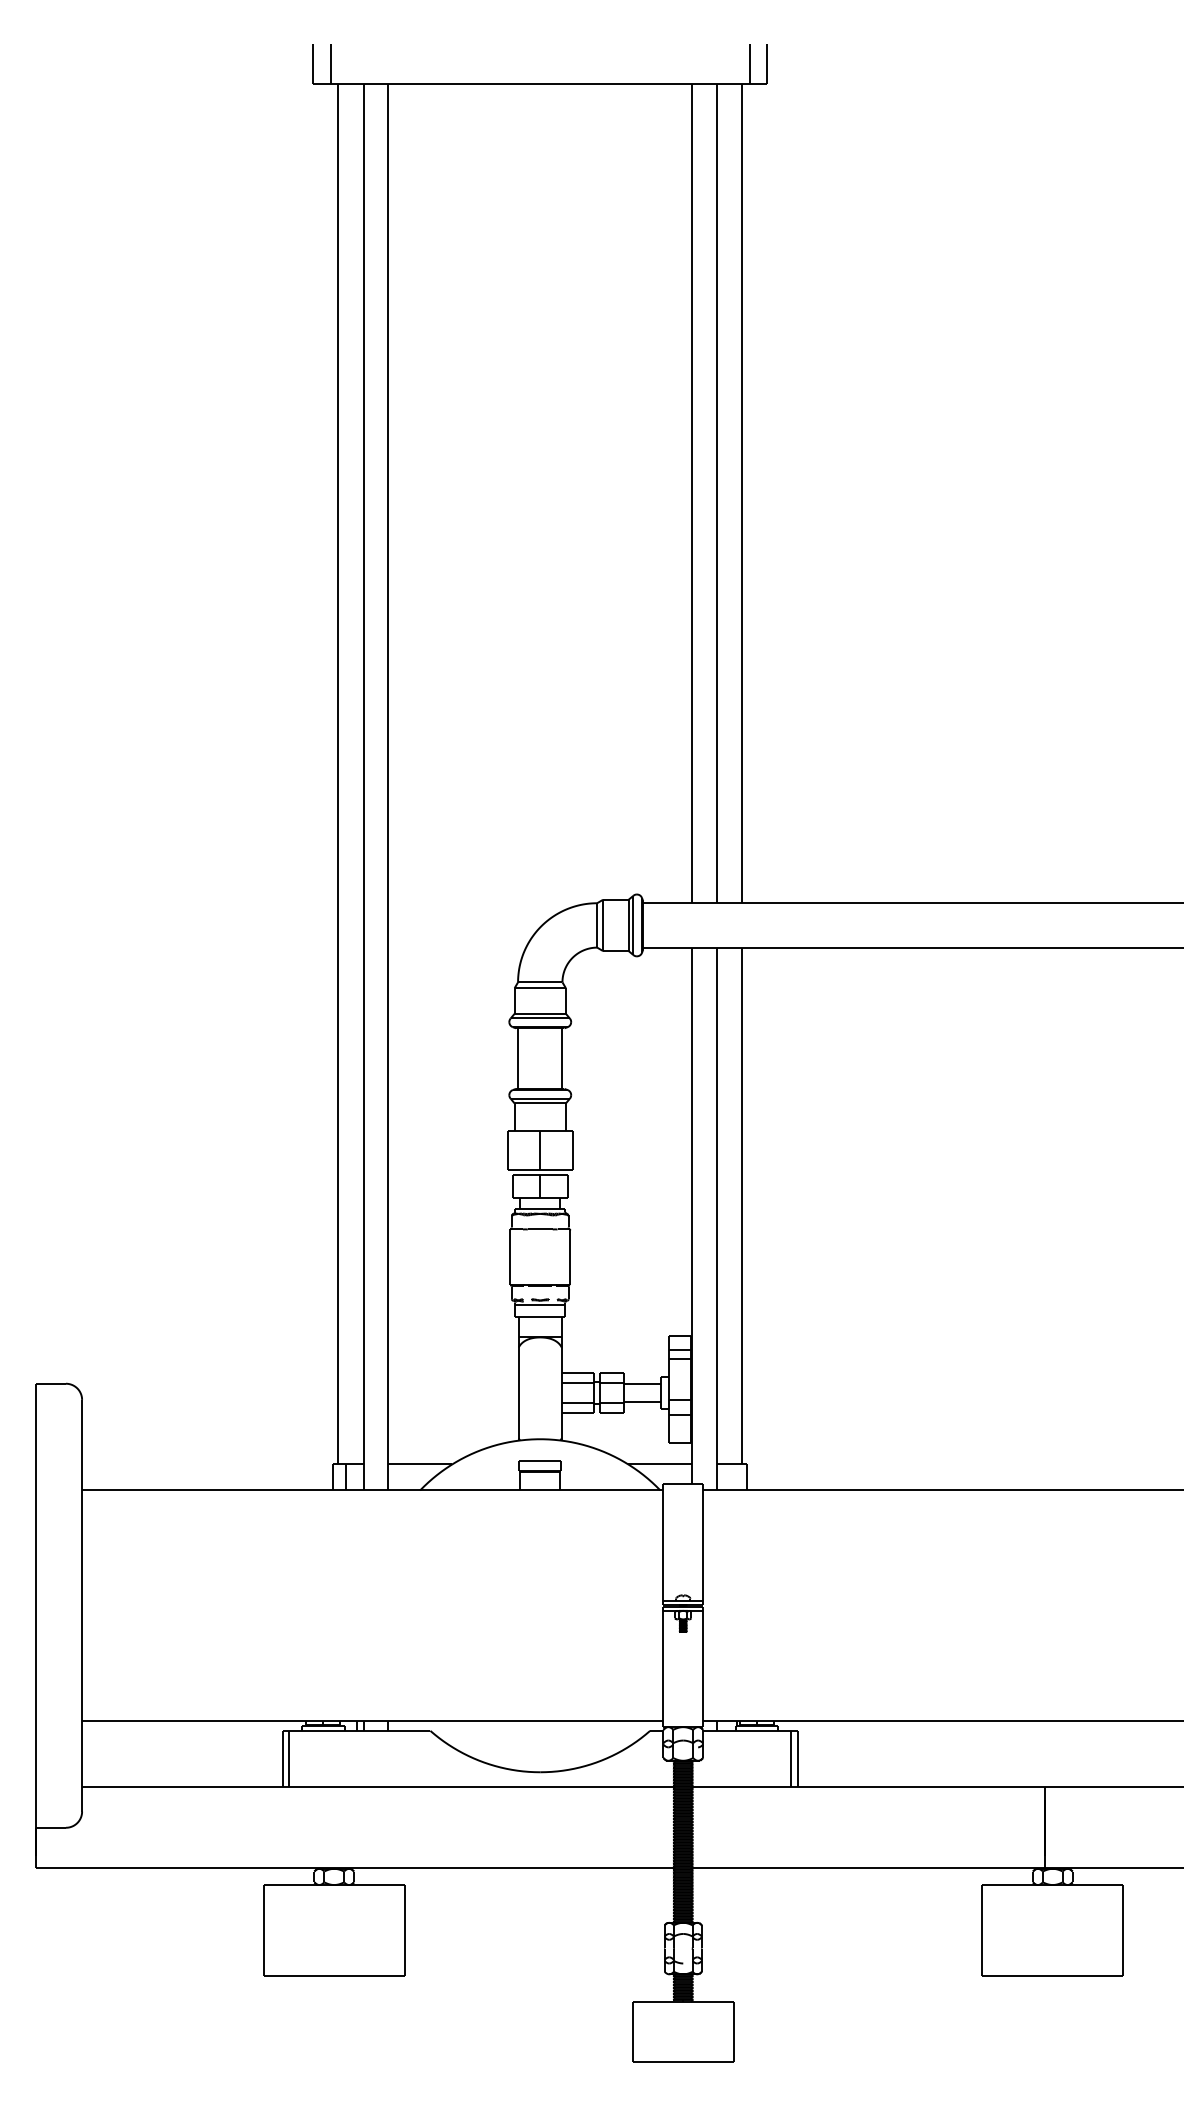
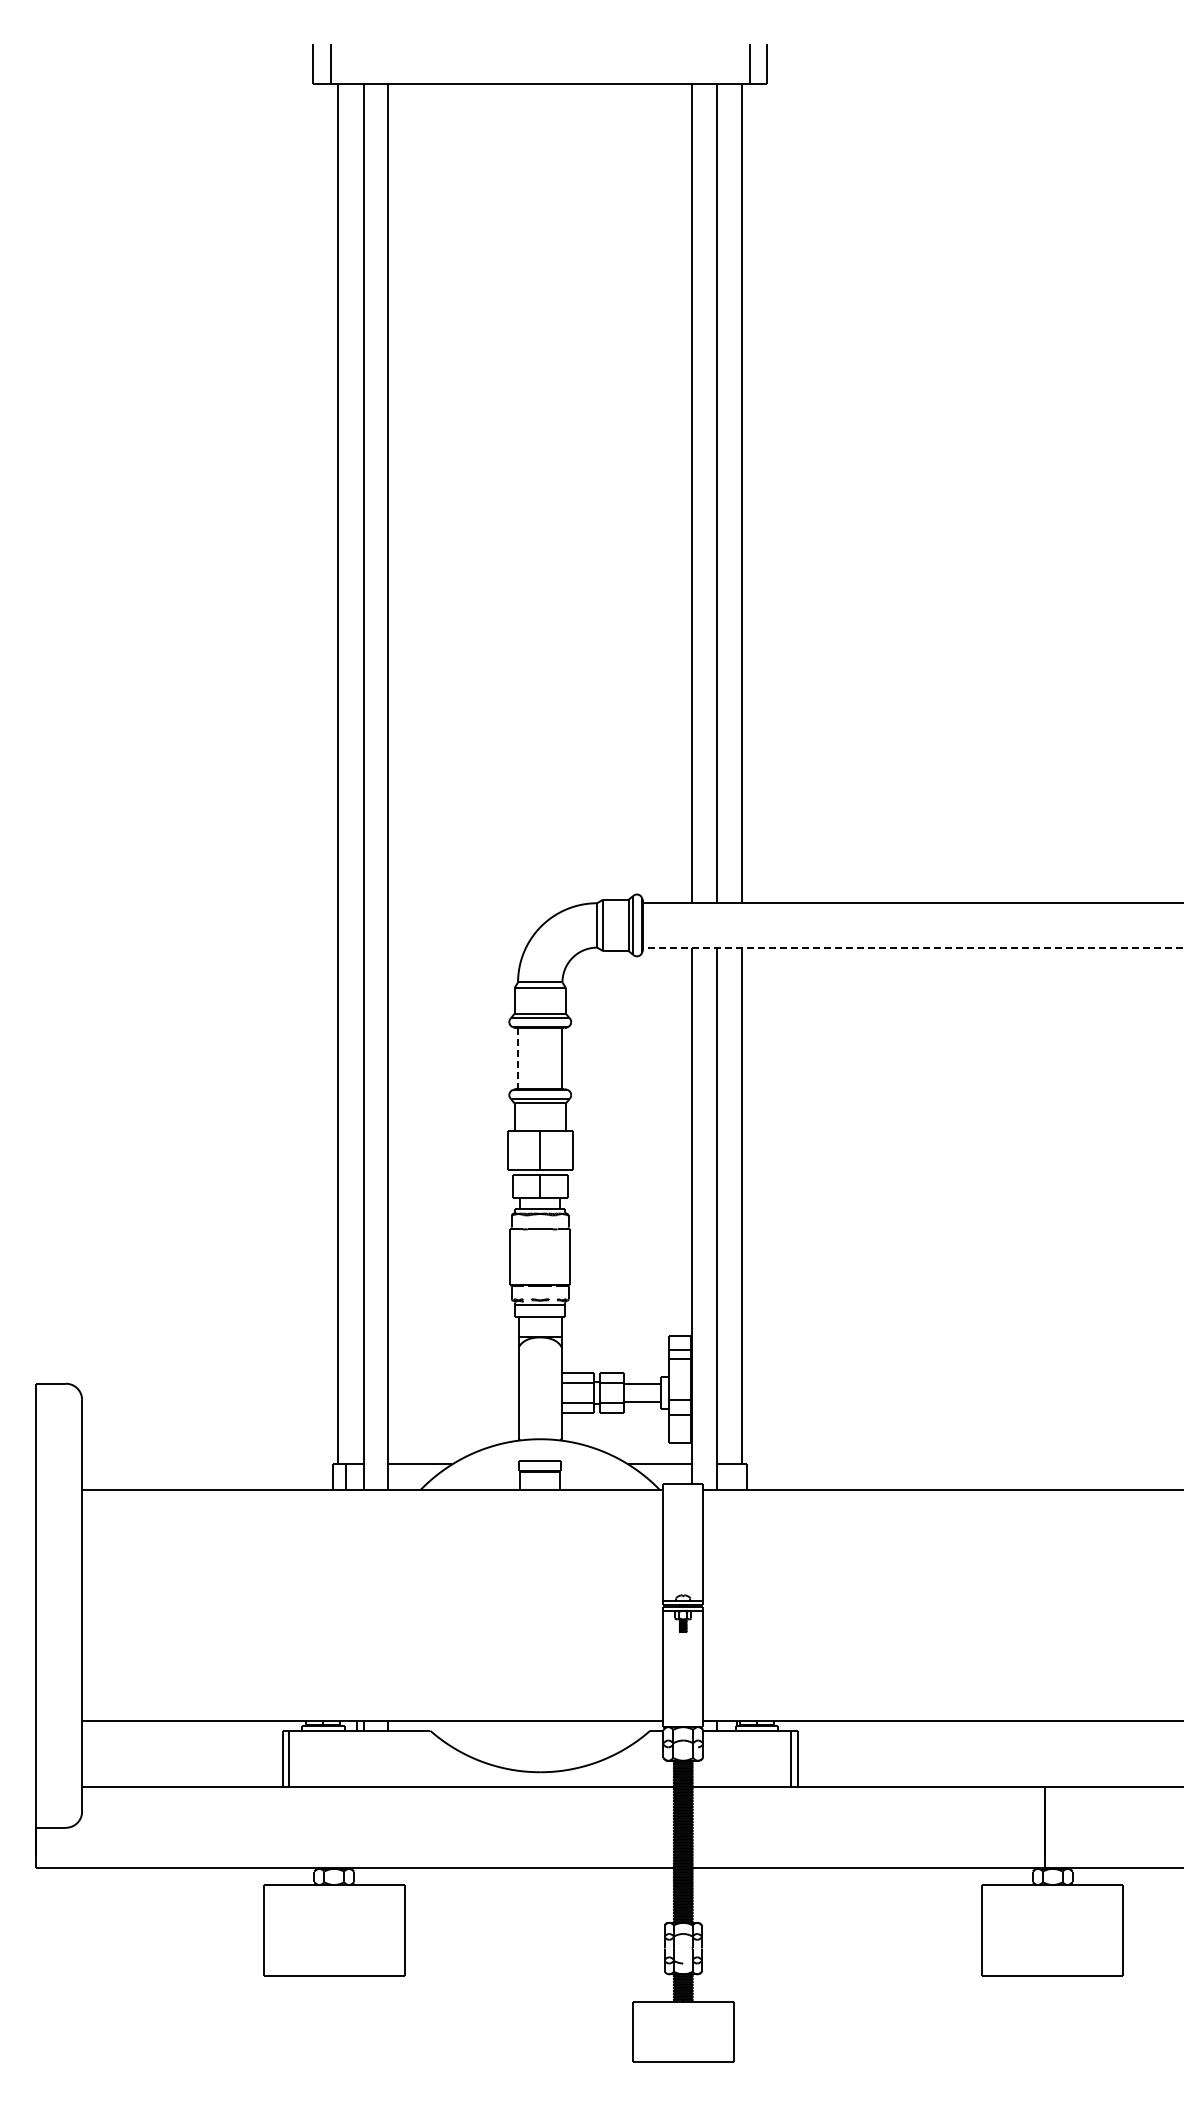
line at (913, 947): solid -> dashed
line at (518, 1059): solid -> dashed
